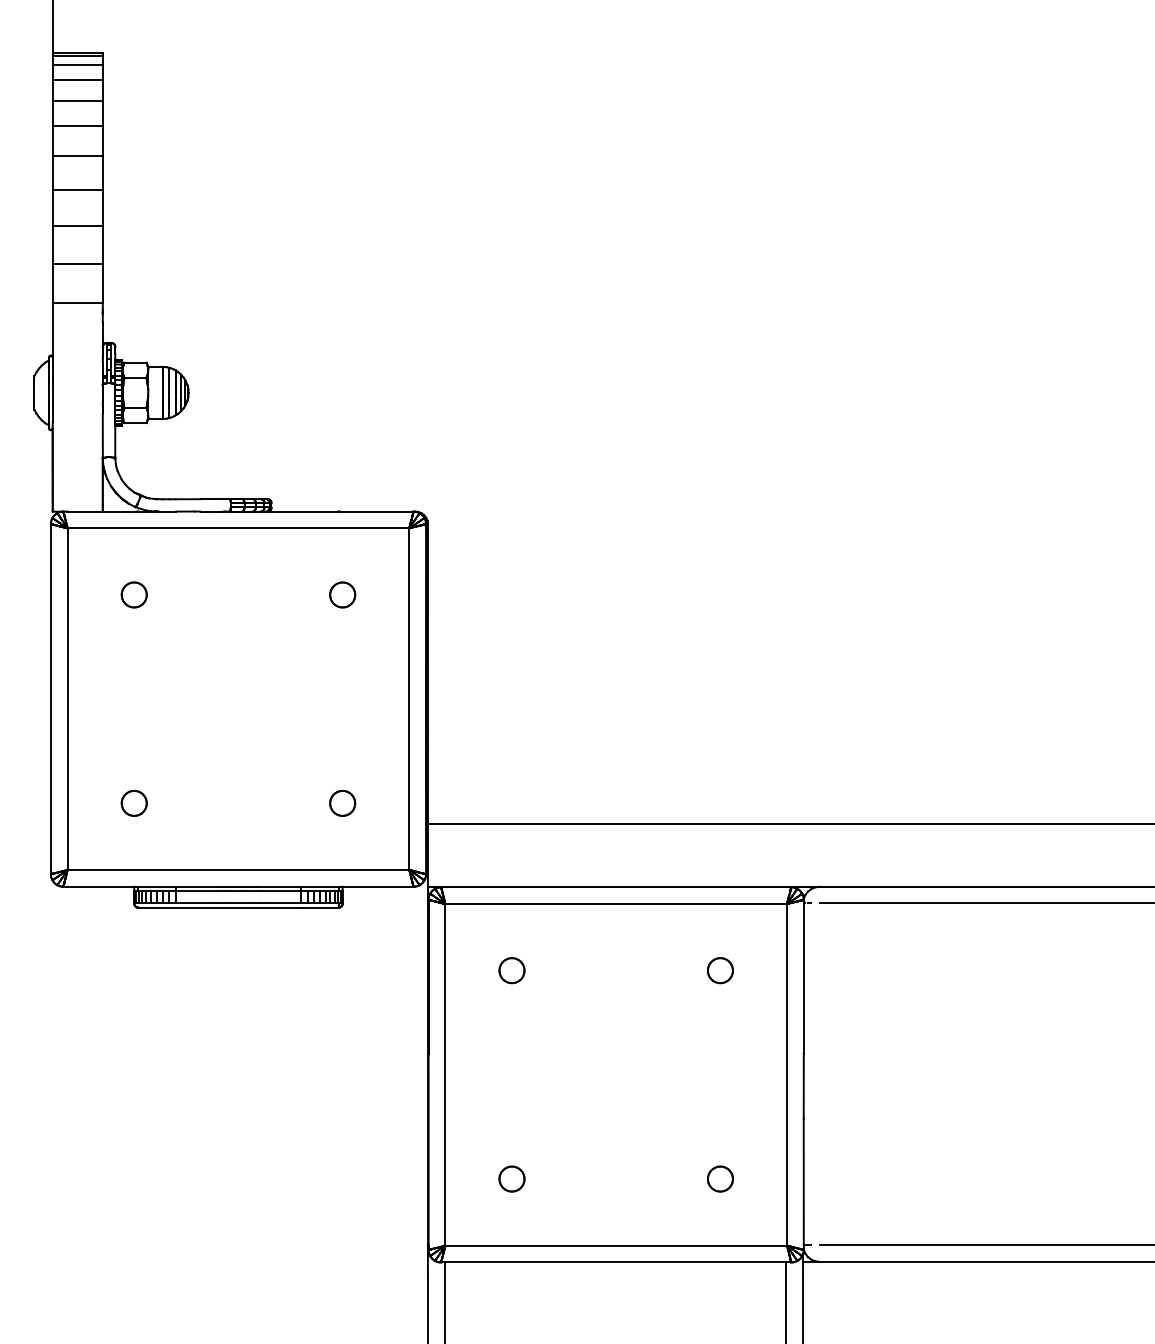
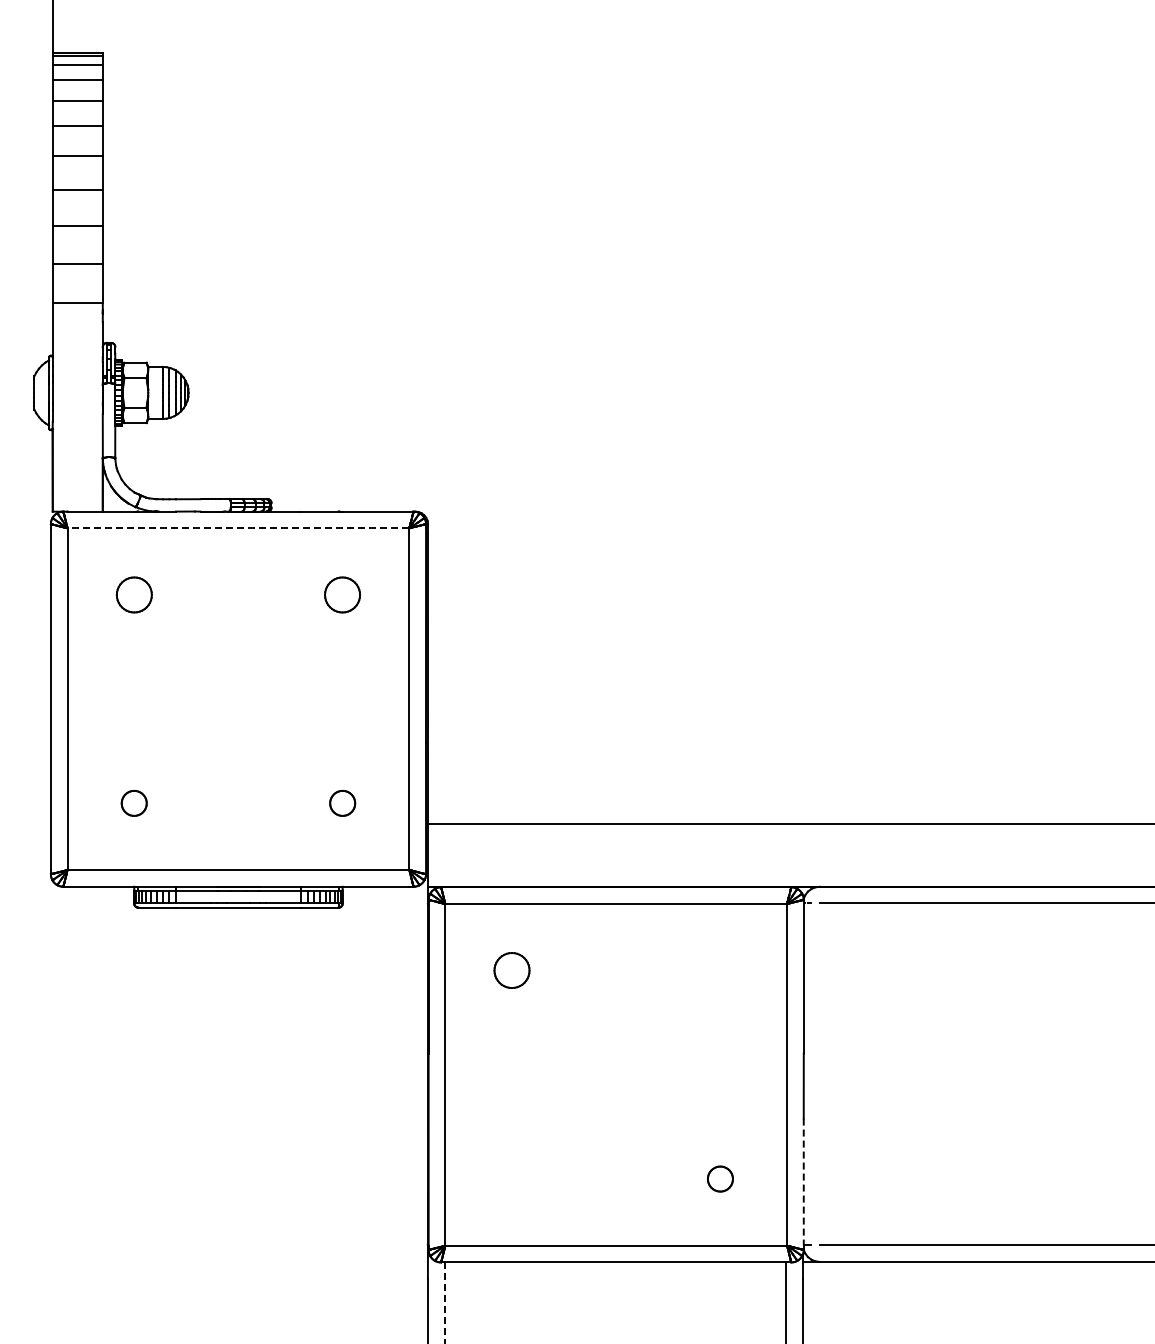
line at (238, 528): solid -> dashed
part at (133, 594) size: 28x28 px -> 38x38 px
part at (342, 594) size: 28x28 px -> 37x38 px
part at (511, 970) size: 28x28 px -> 38x37 px
part at (720, 970): present -> none
part at (511, 1178): present -> none
line at (803, 1182): solid -> dashed
line at (444, 1303): solid -> dashed
